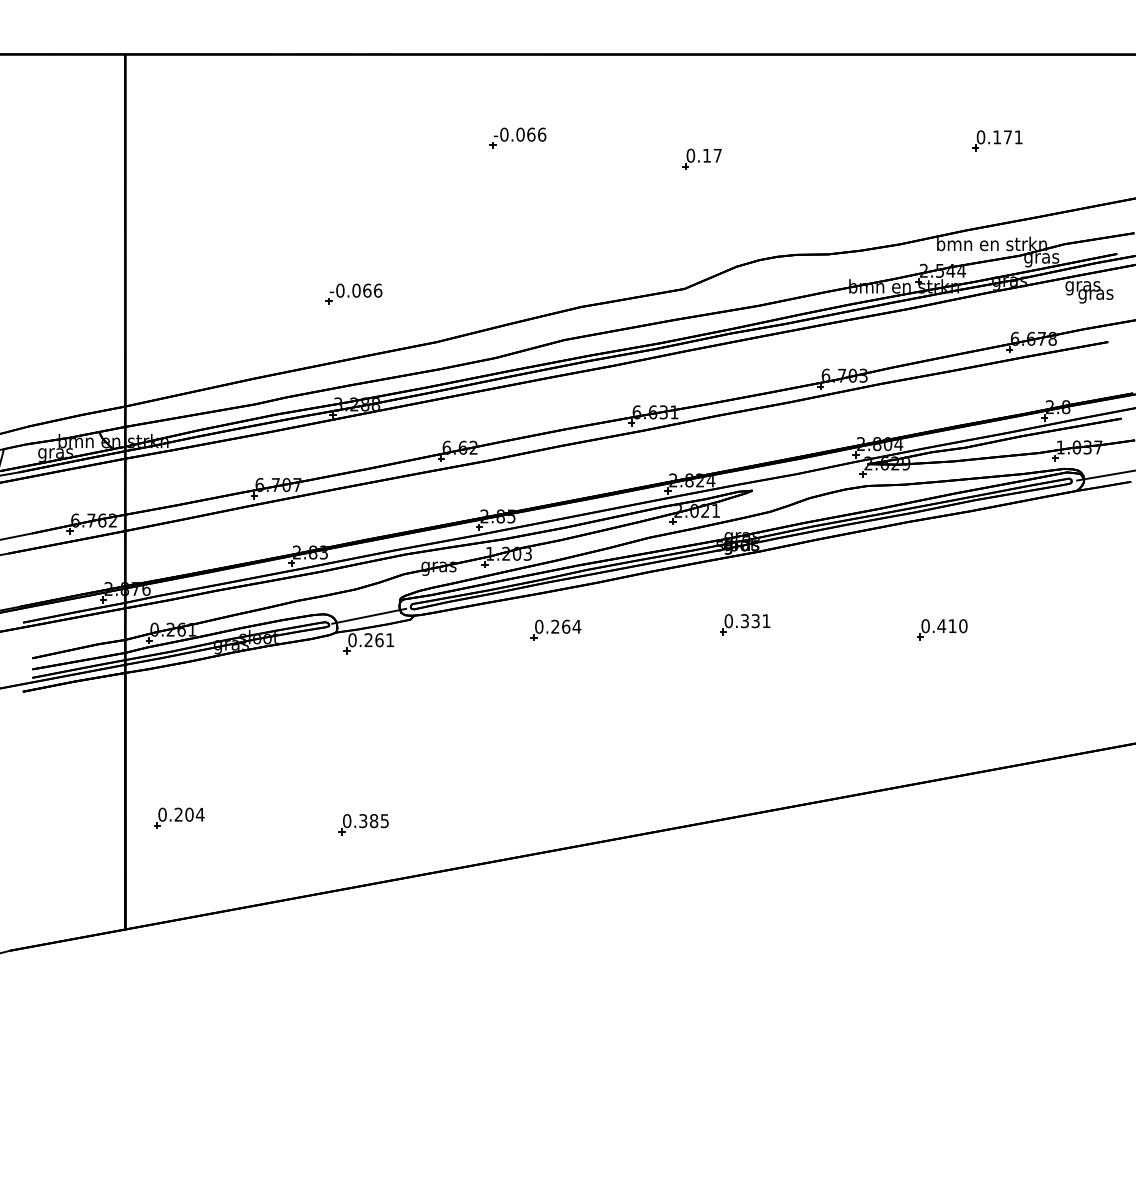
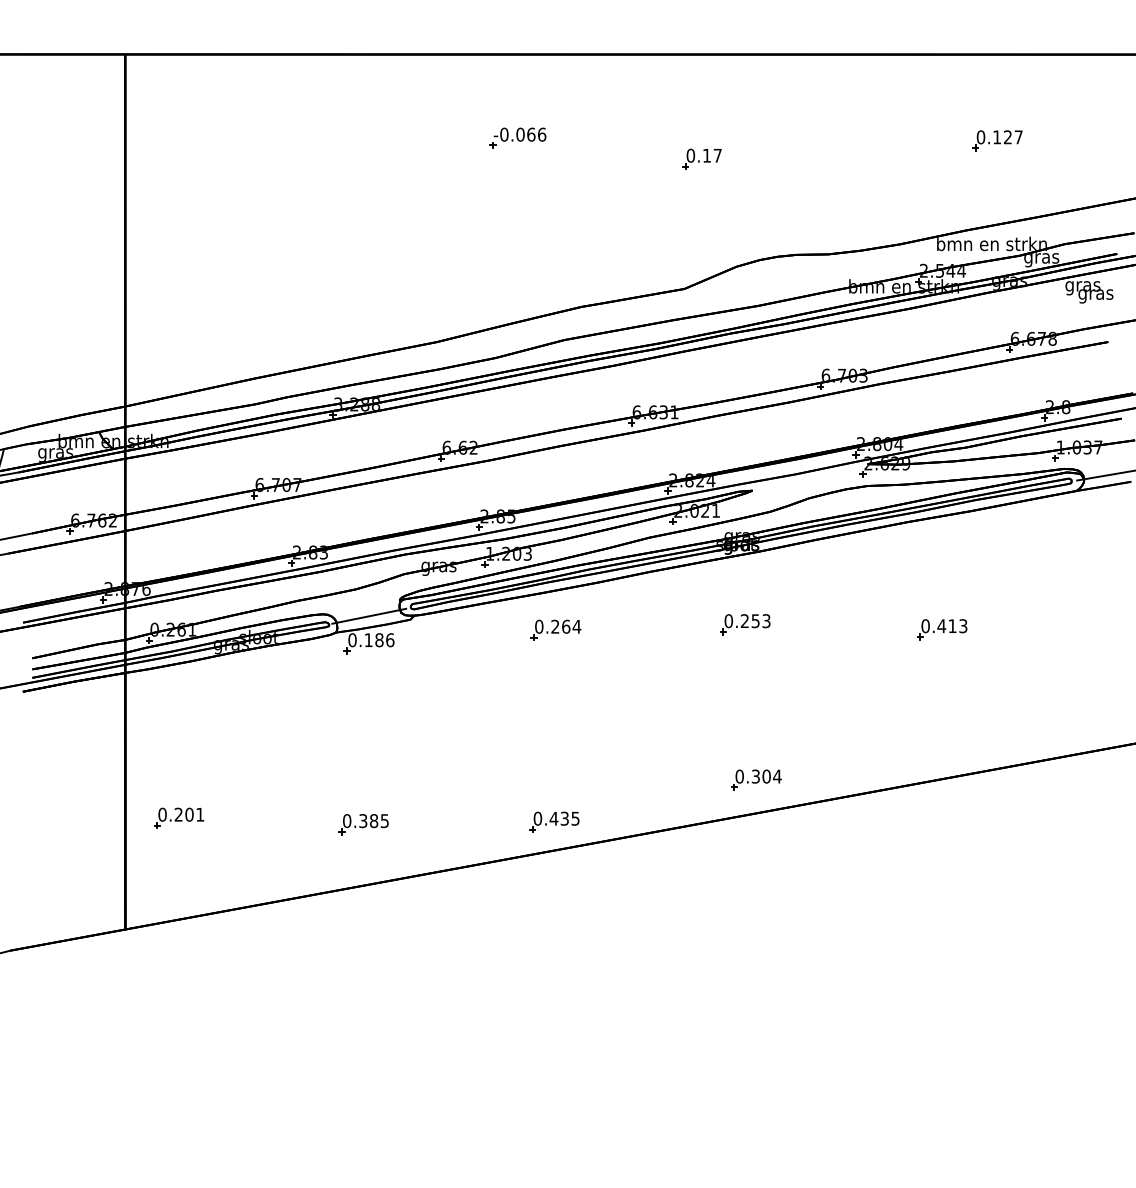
text at (1012, 137): 0.171 -> 0.127
part at (353, 293): present -> none
text at (755, 621): 0.331 -> 0.253
text at (963, 626): 0.410 -> 0.413
text at (379, 640): 0.261 -> 0.186
part at (756, 779): none -> present
text at (199, 814): 0.204 -> 0.201
part at (554, 821): none -> present
